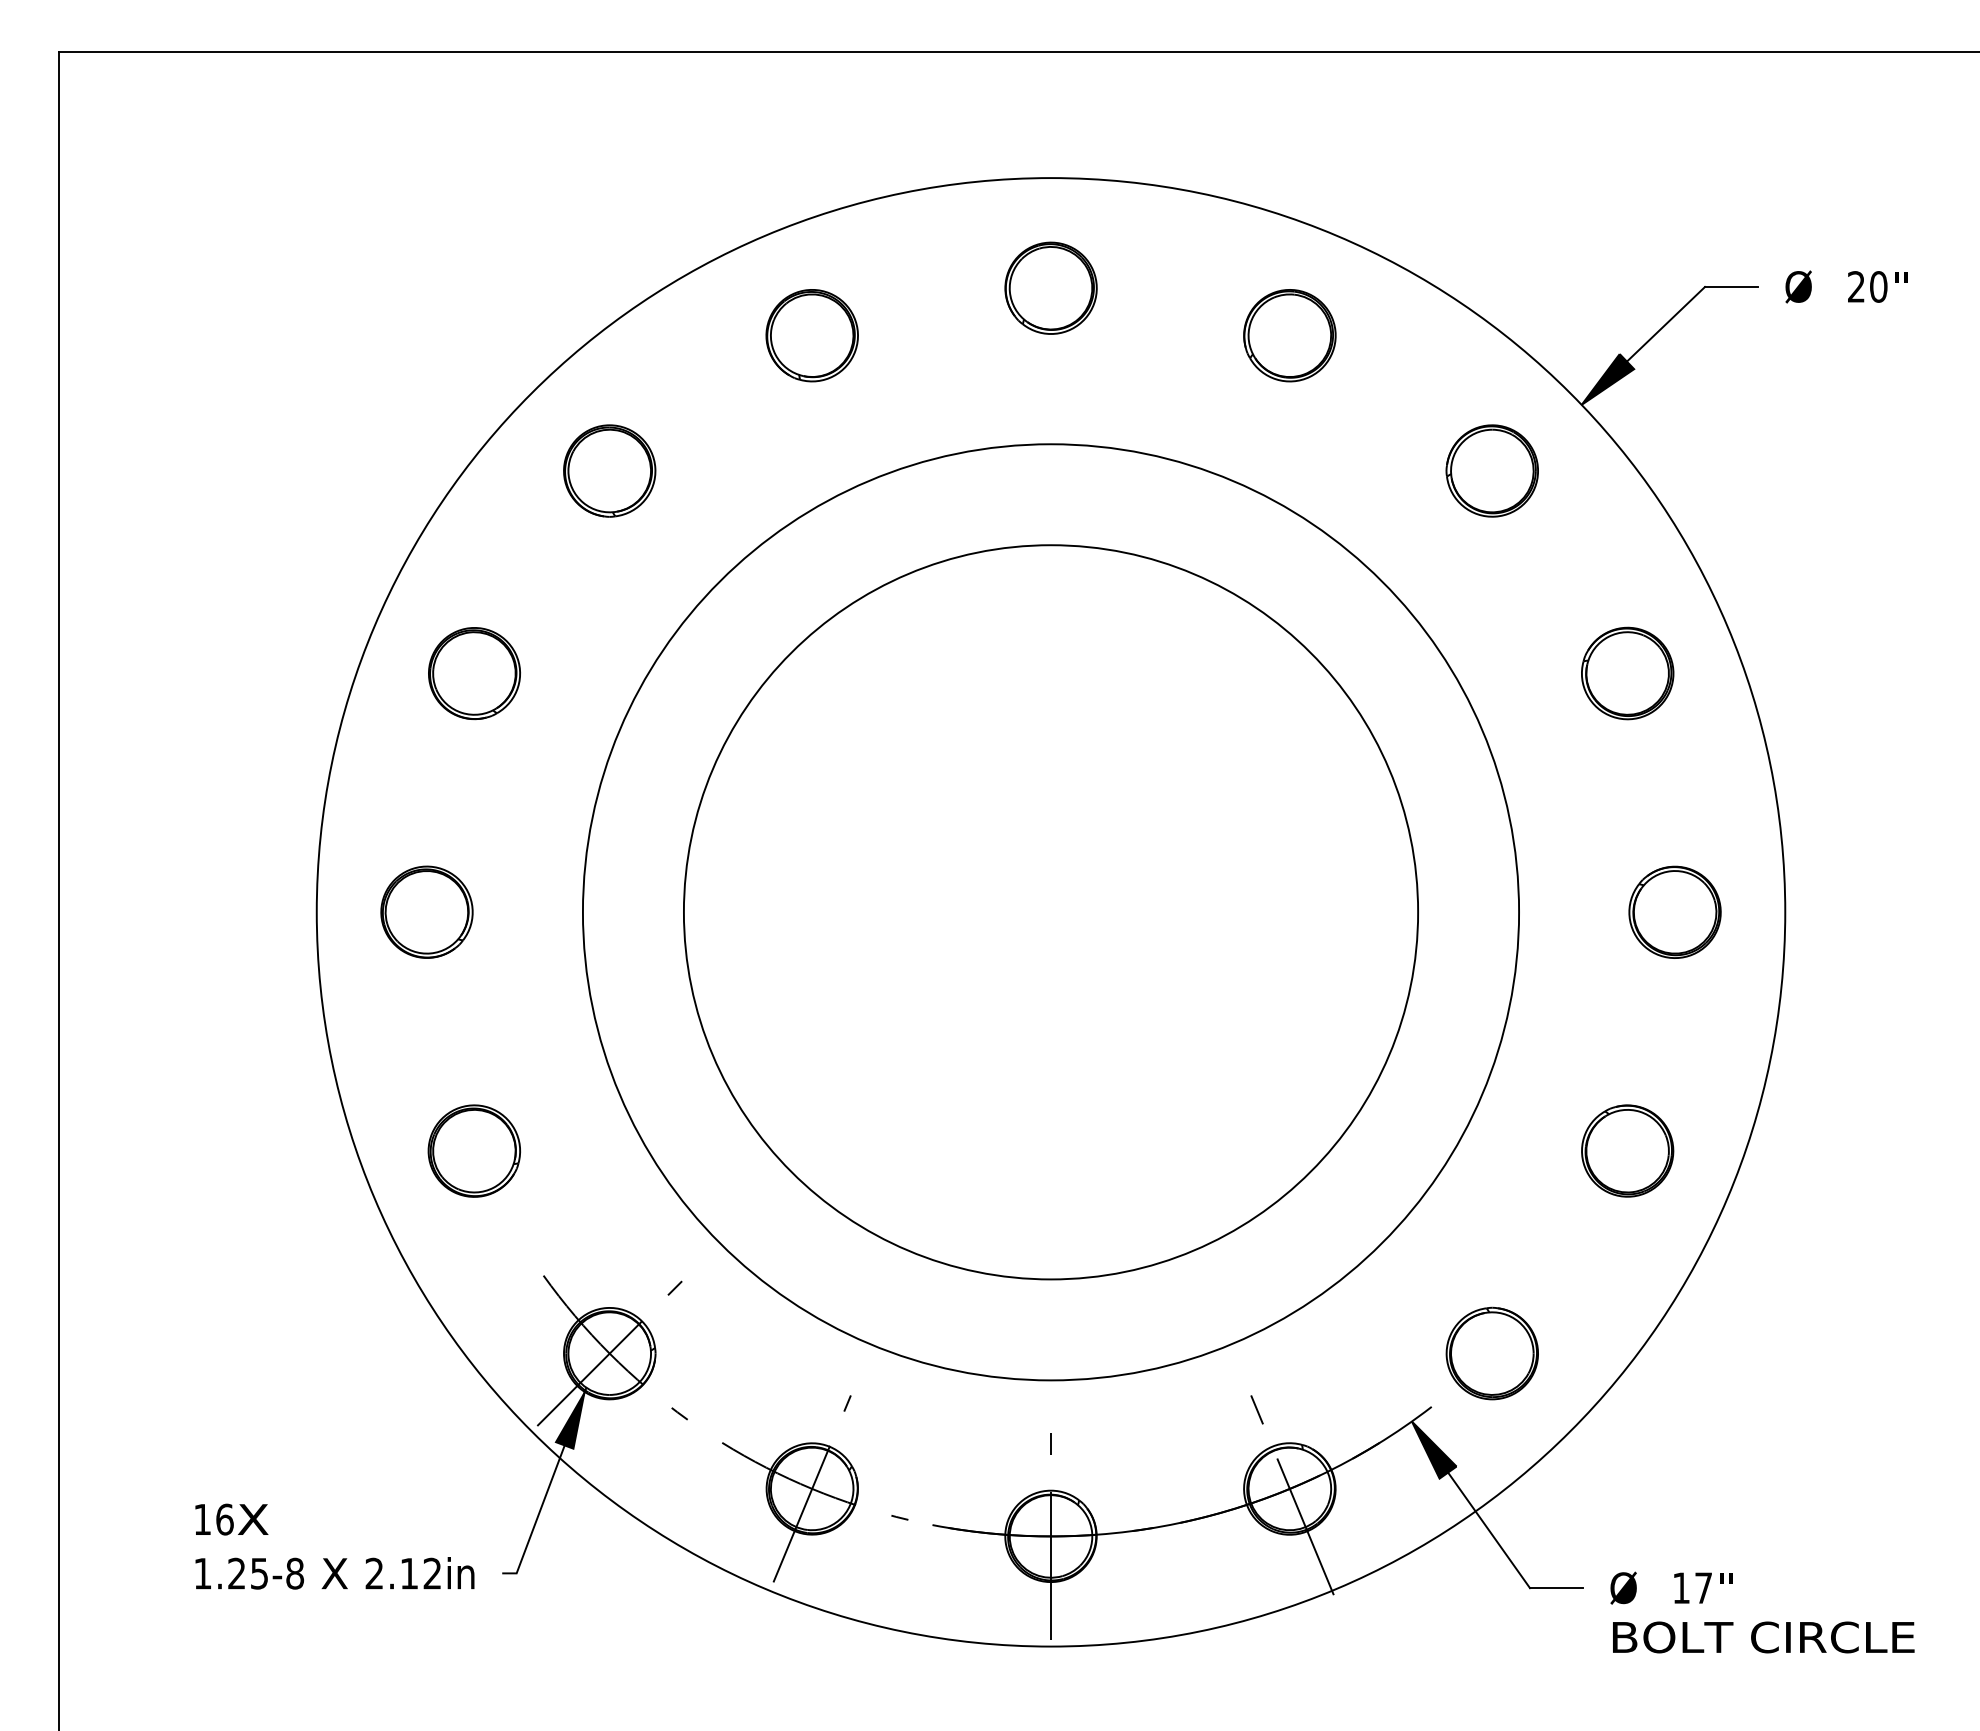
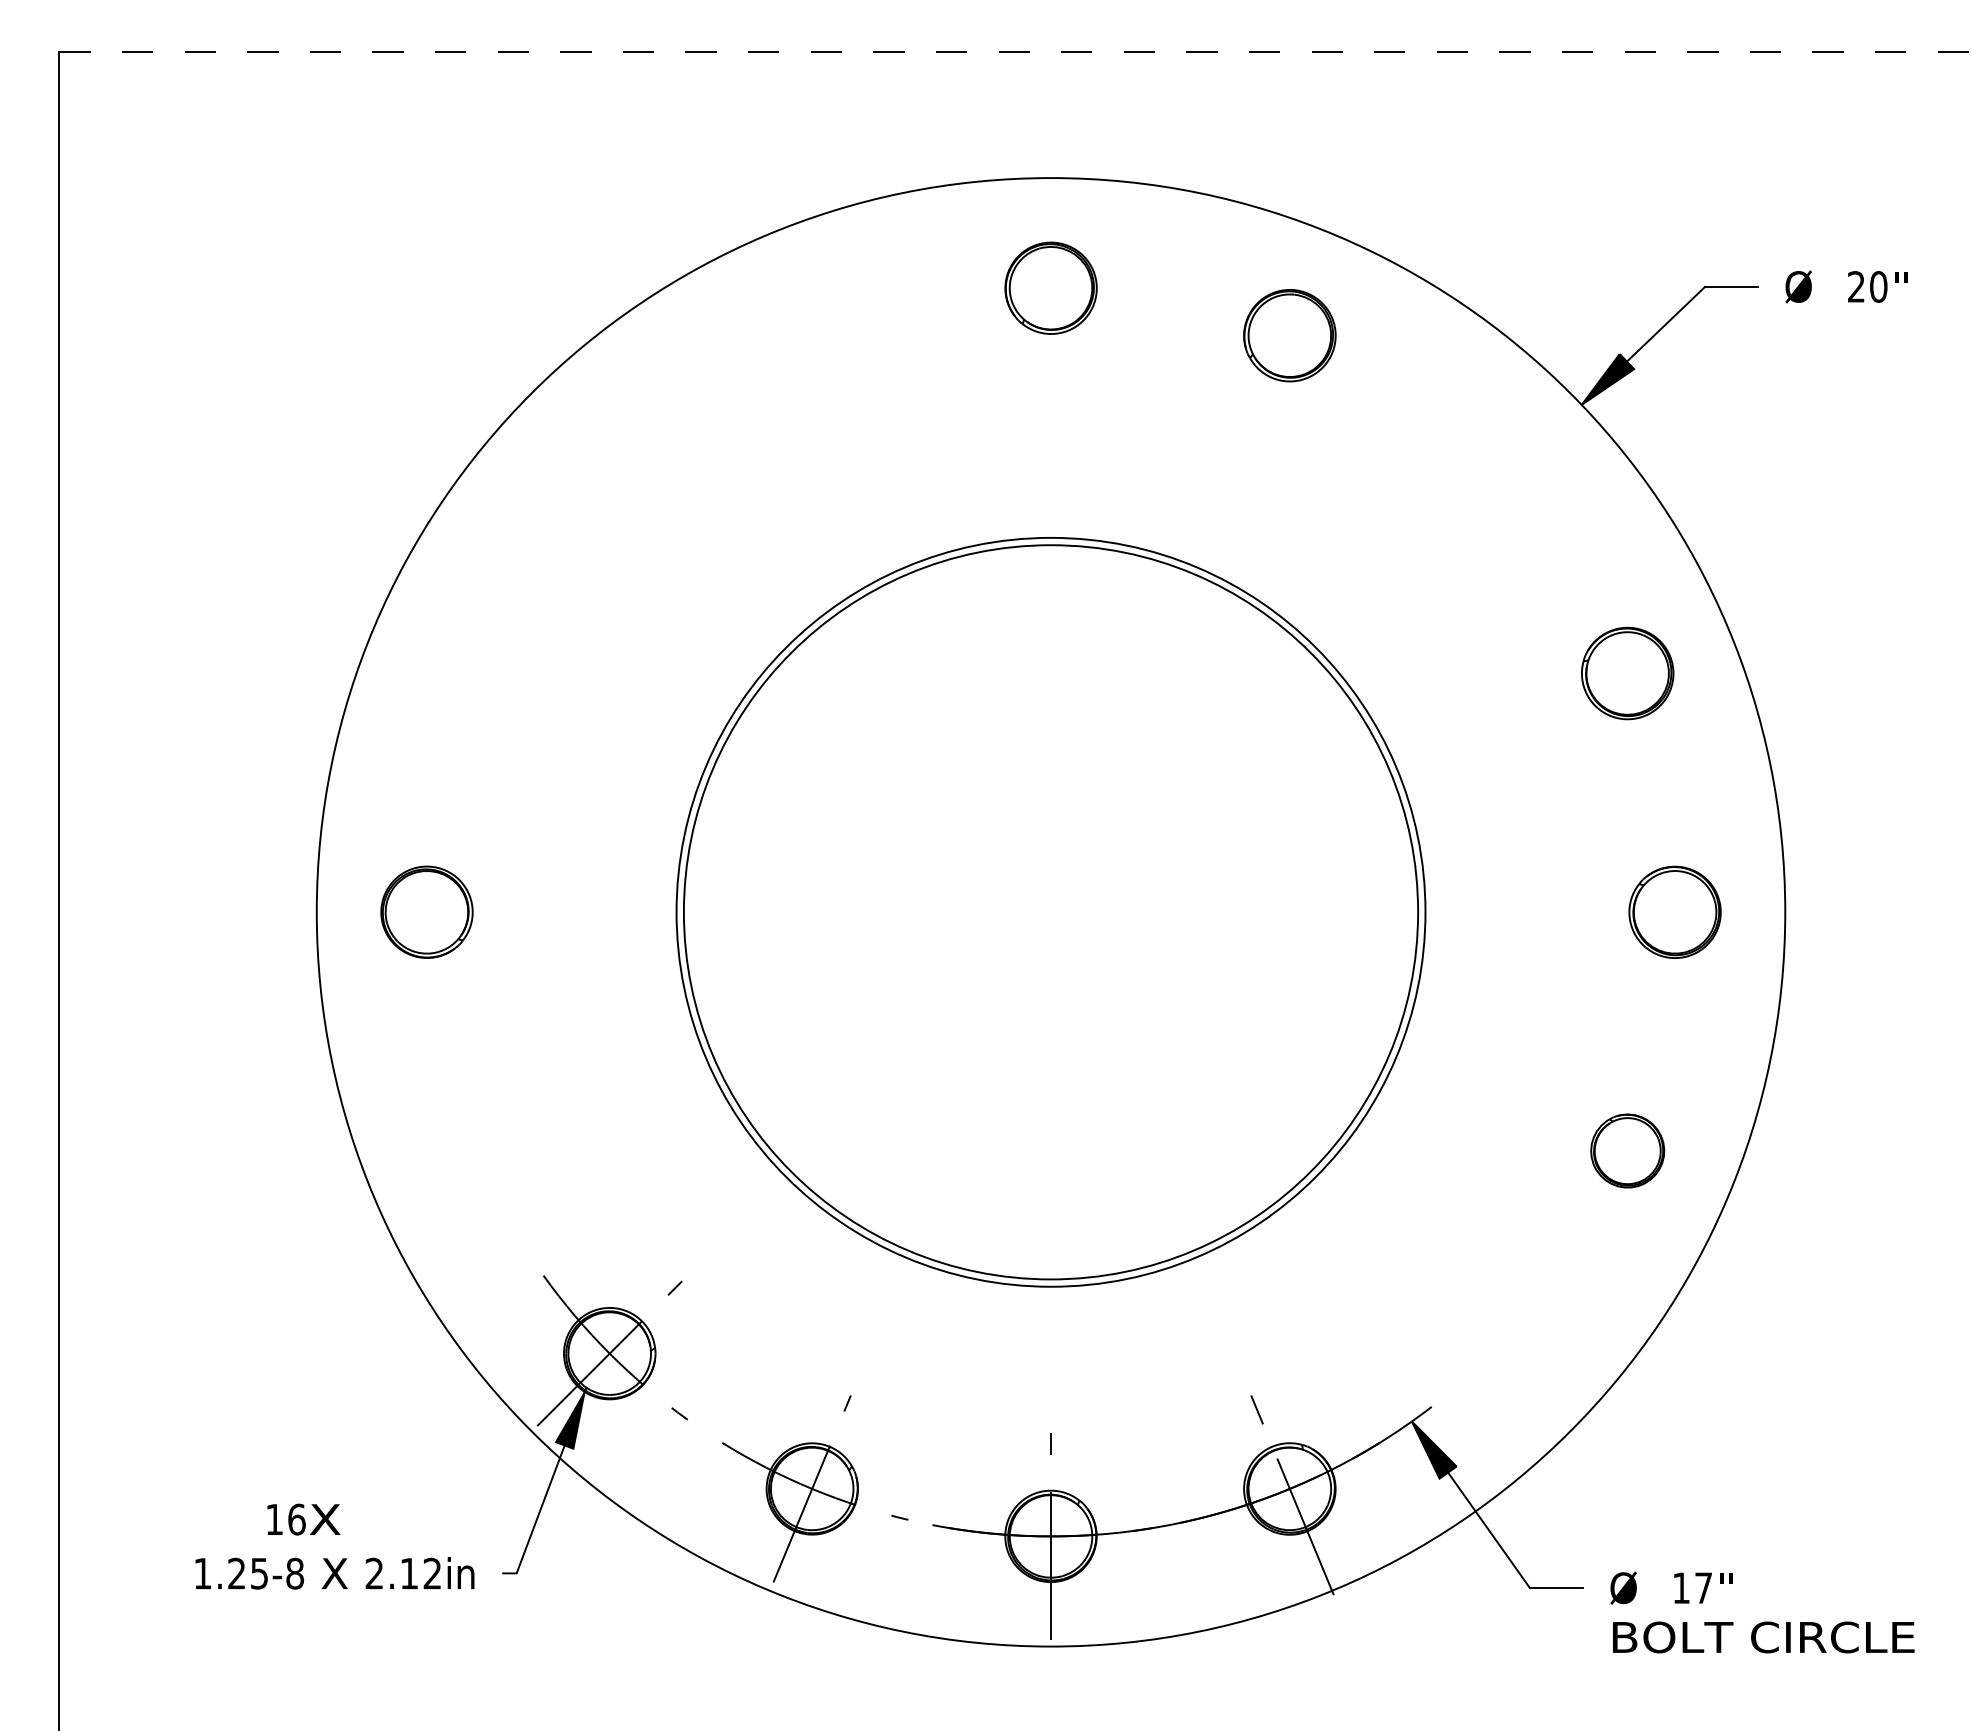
line at (1019, 51): solid -> dashed
part at (811, 335): present -> none
part at (609, 470): present -> none
part at (1491, 470): present -> none
part at (474, 673): present -> none
circle at (1050, 912) diameter: 936 px -> 749 px
part at (473, 1150): present -> none
part at (1627, 1150) size: 94x94 px -> 76x76 px
part at (1491, 1353): present -> none
text at (231, 1519) position: (231, 1519) -> (303, 1519)
